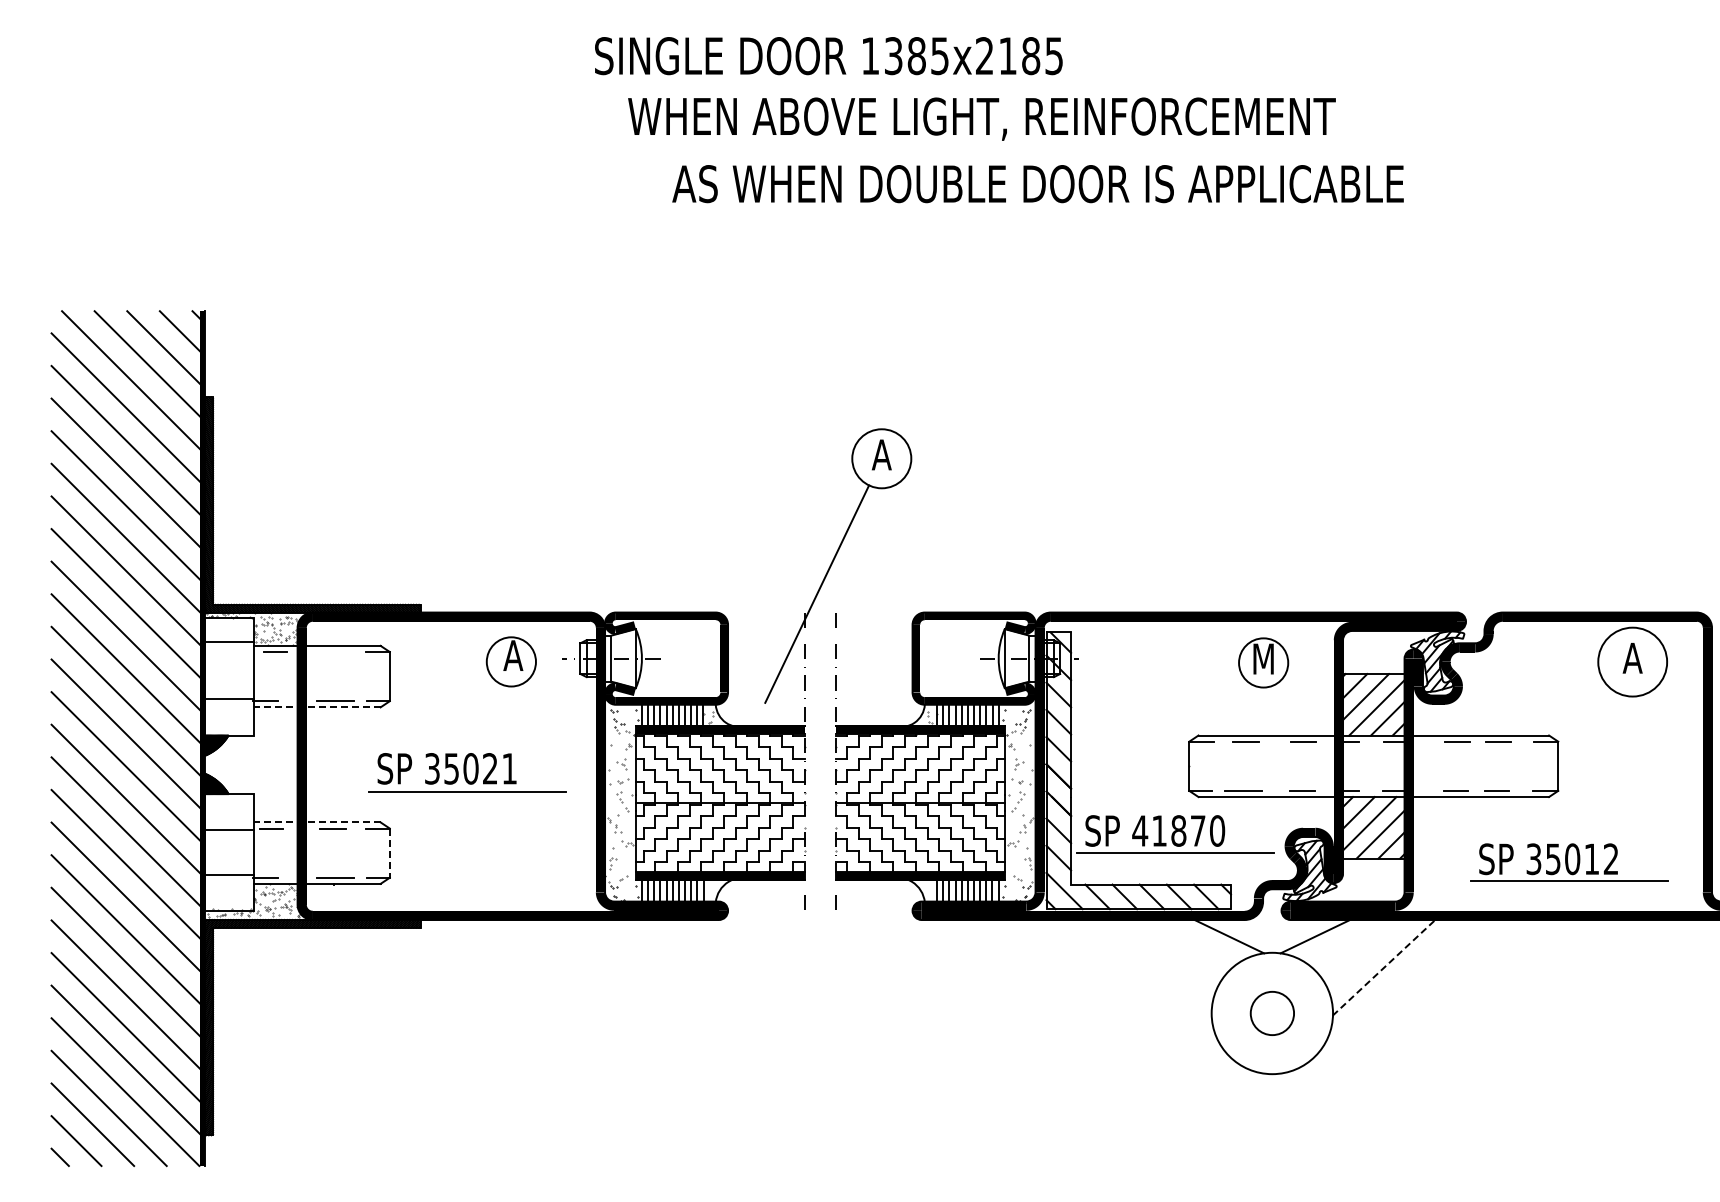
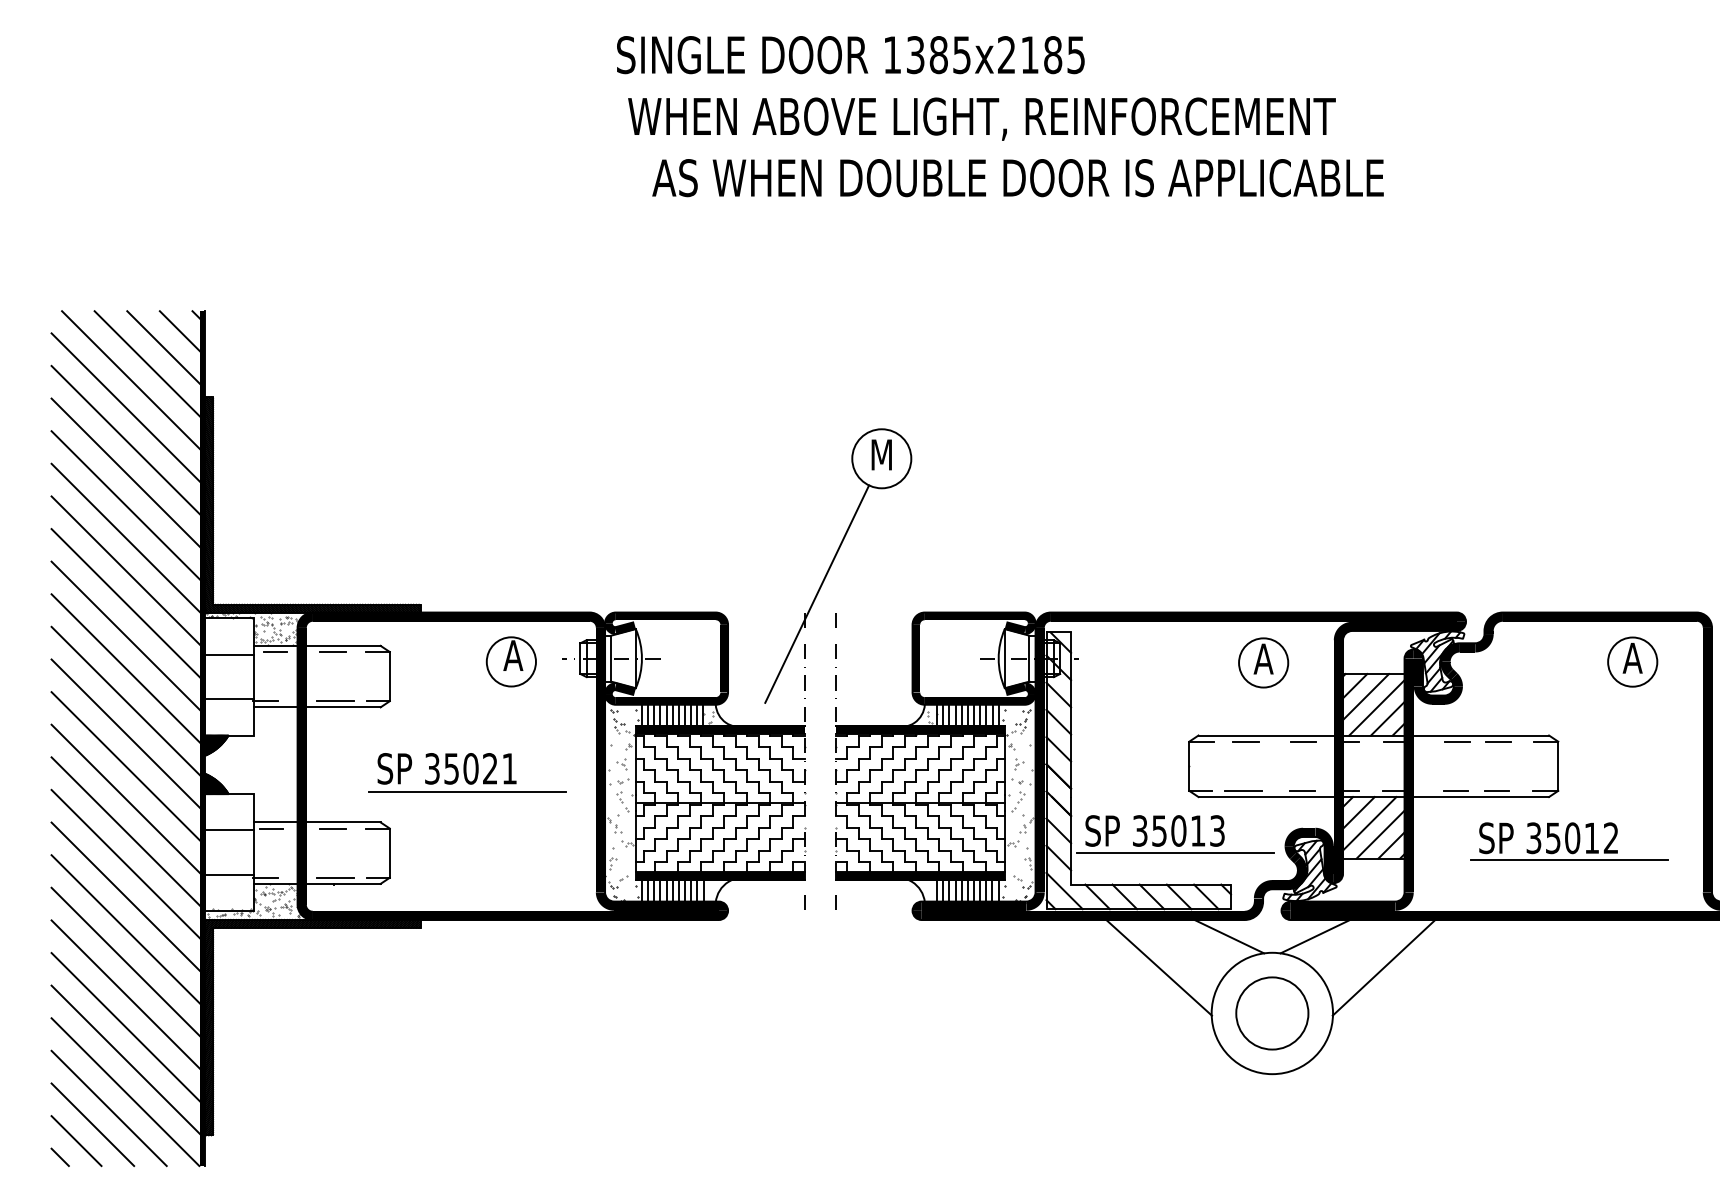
text at (828, 56) position: (828, 56) -> (850, 55)
text at (1037, 184) position: (1037, 184) -> (1017, 178)
text at (881, 454): A -> M
line at (229, 641) position: (229, 641) -> (229, 654)
line at (332, 652): none -> present
text at (1263, 658): M -> A
circle at (1632, 661) diameter: 69 px -> 49 px
line at (316, 707): dashed -> solid
line at (316, 822): dashed -> solid
text at (1178, 830): 41870 -> 35013
line at (389, 853): dashed -> solid
part at (1569, 862) position: (1569, 862) -> (1569, 841)
line at (1159, 967): none -> present
line at (1384, 967): dashed -> solid
circle at (1271, 1013) size: 46x45 px -> 75x75 px
